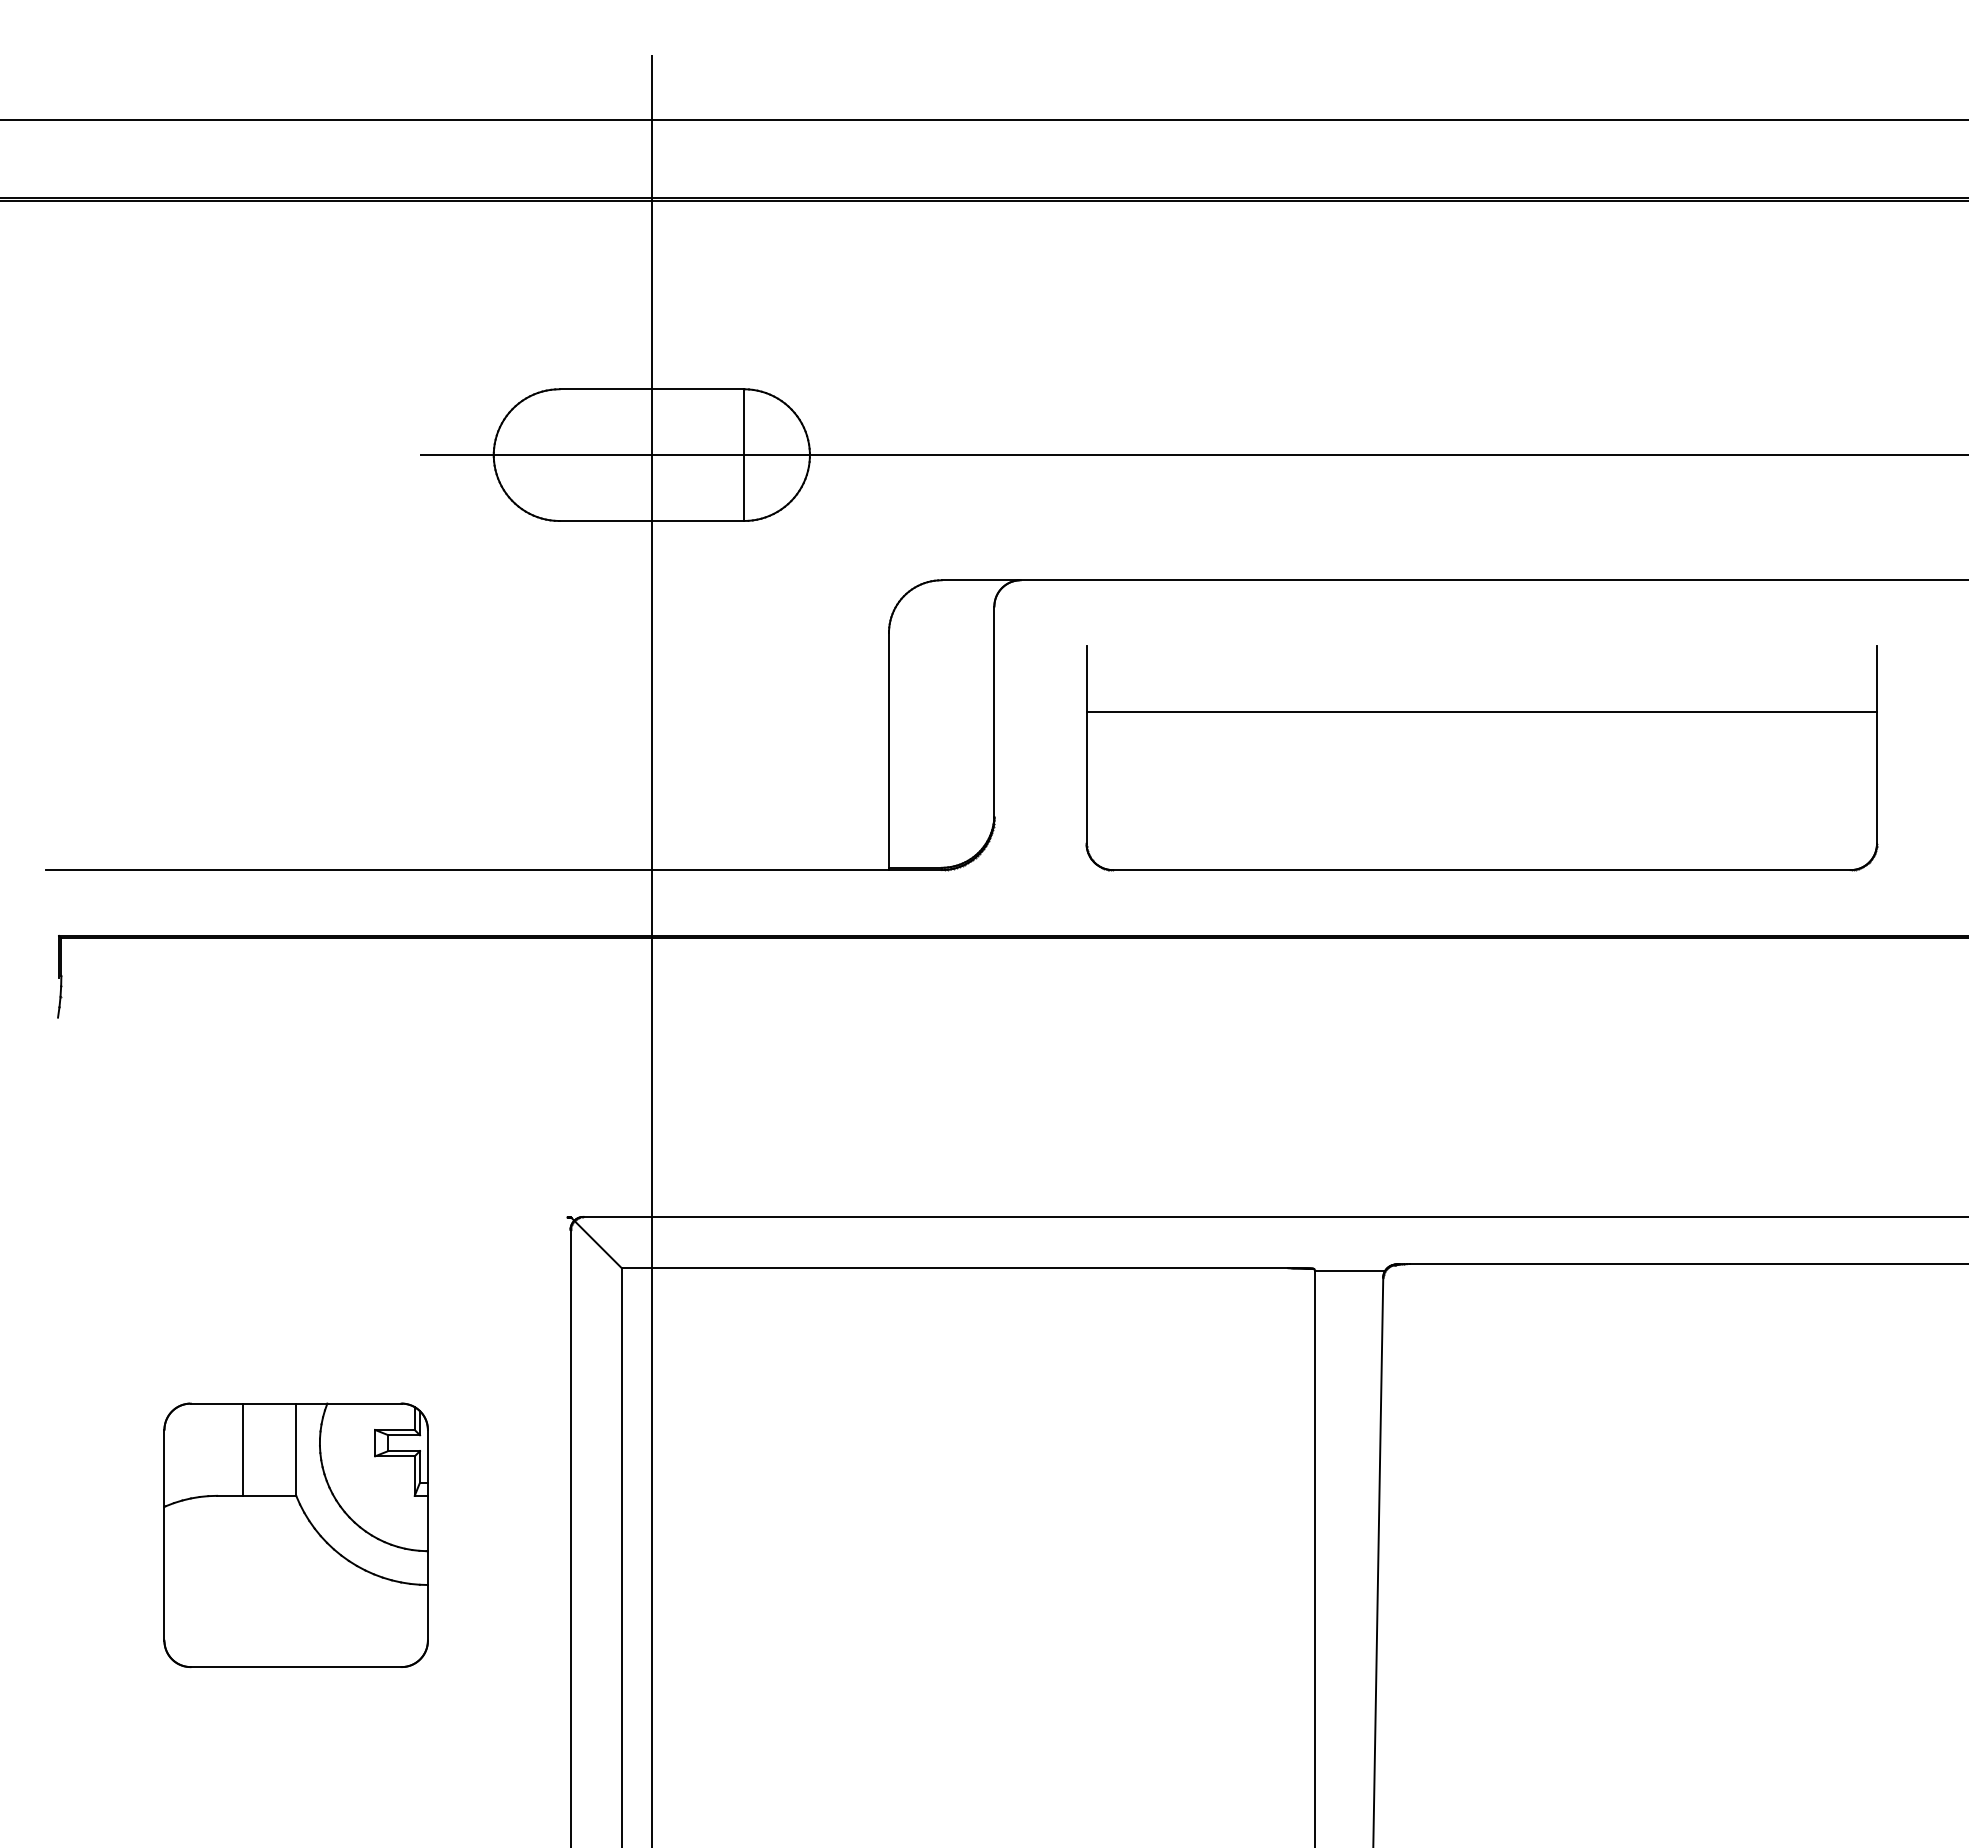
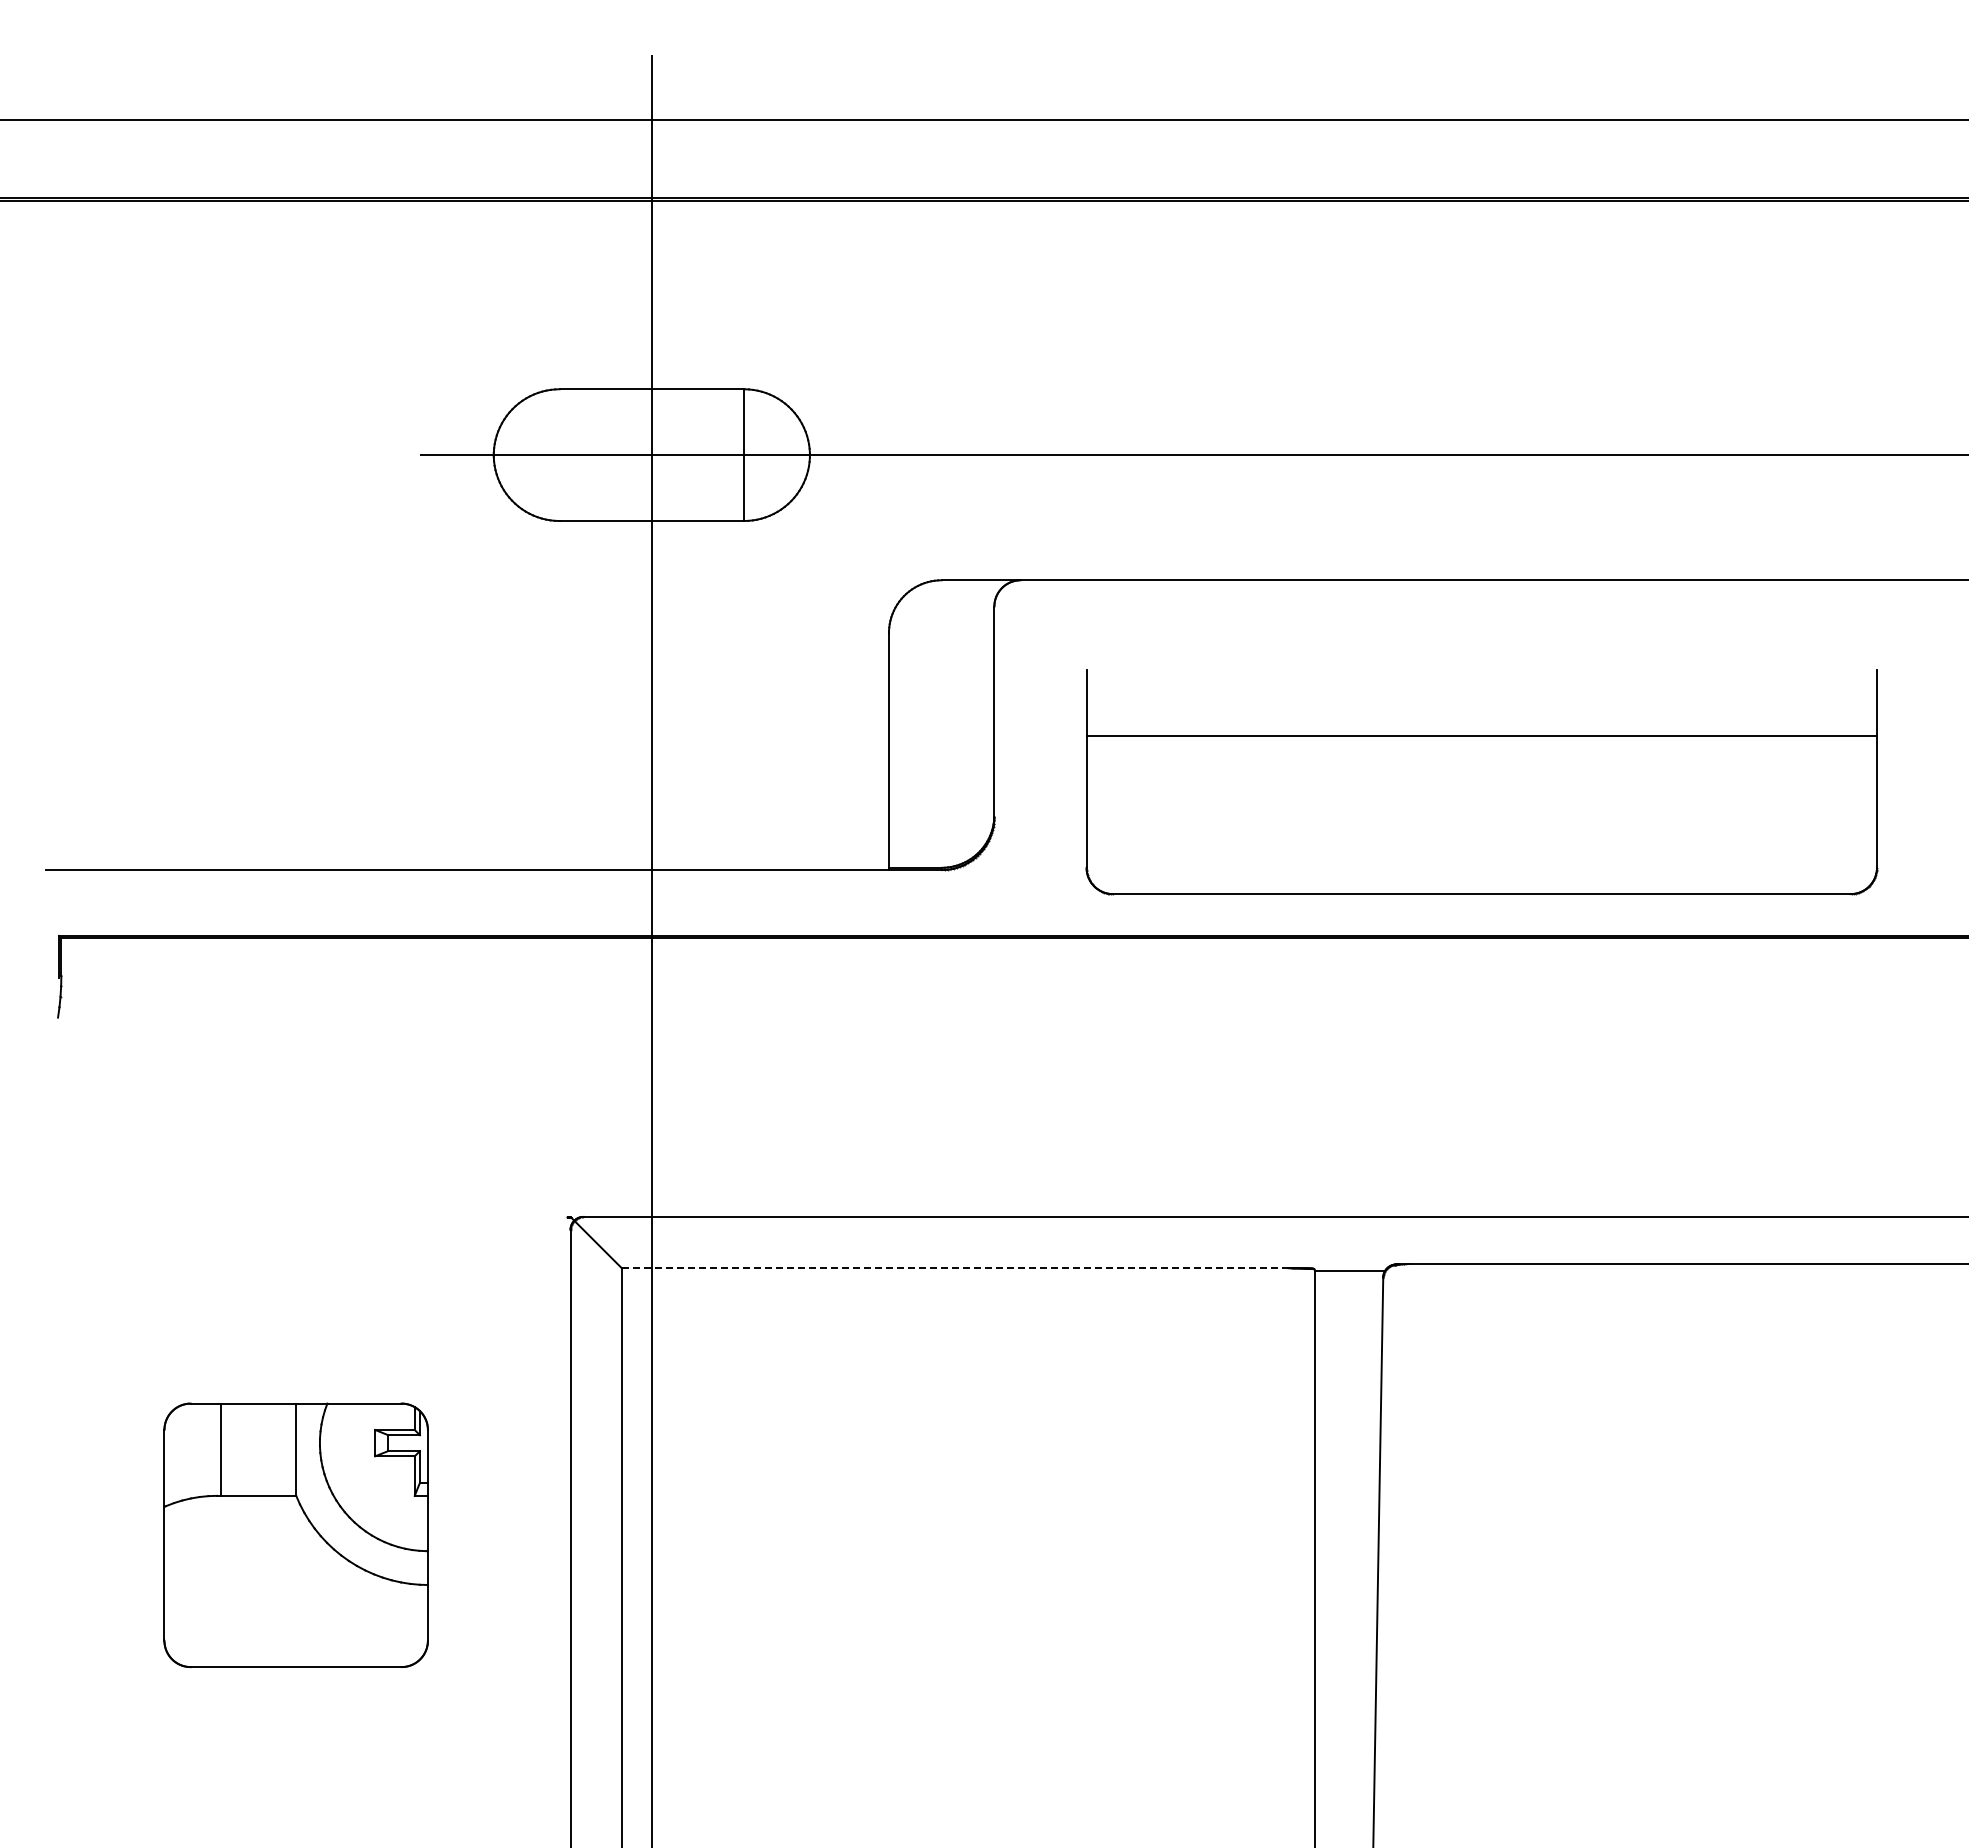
part at (1481, 758) position: (1481, 758) -> (1481, 782)
line at (954, 1268): solid -> dashed
line at (243, 1449) position: (243, 1449) -> (221, 1449)
